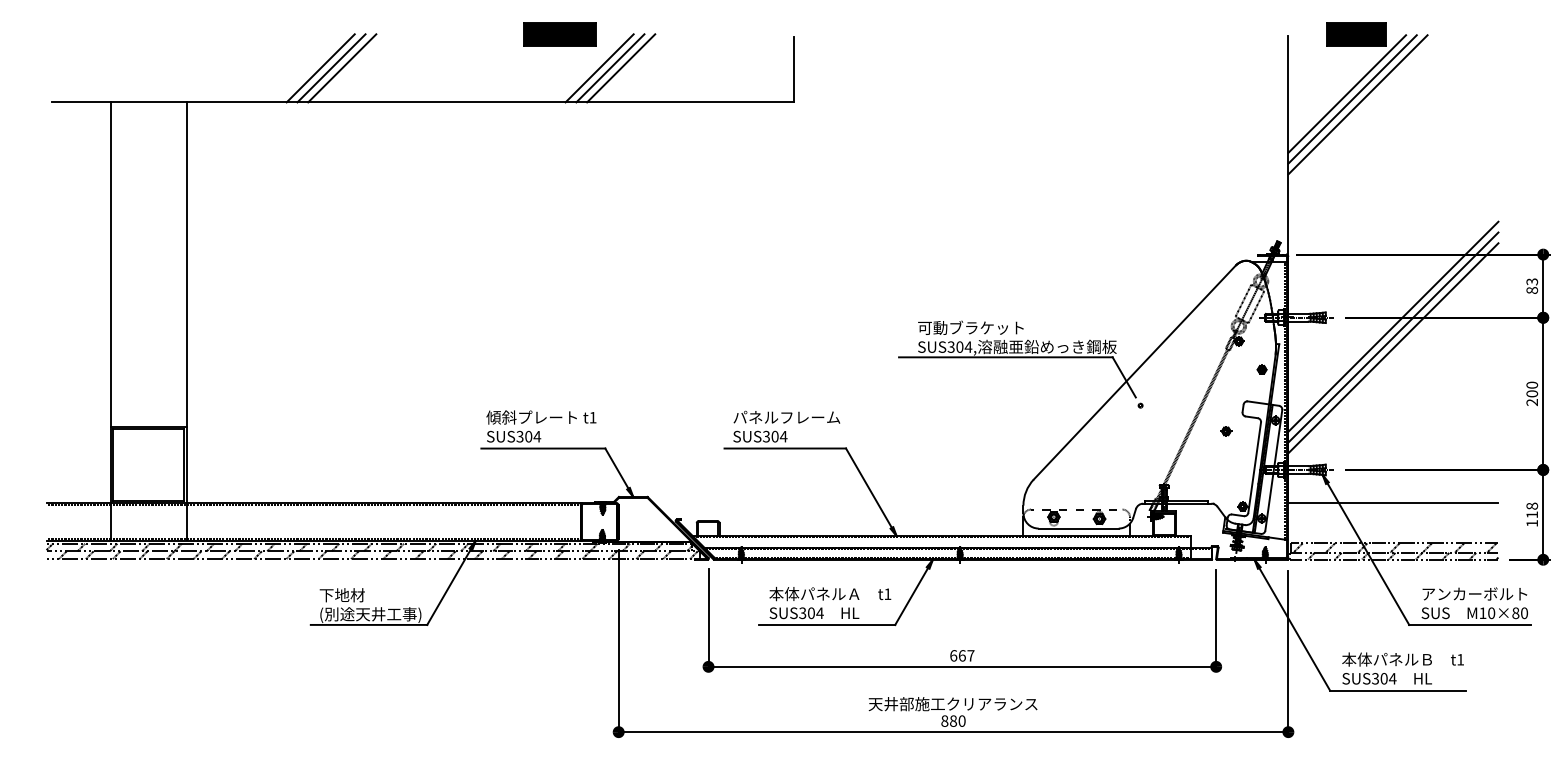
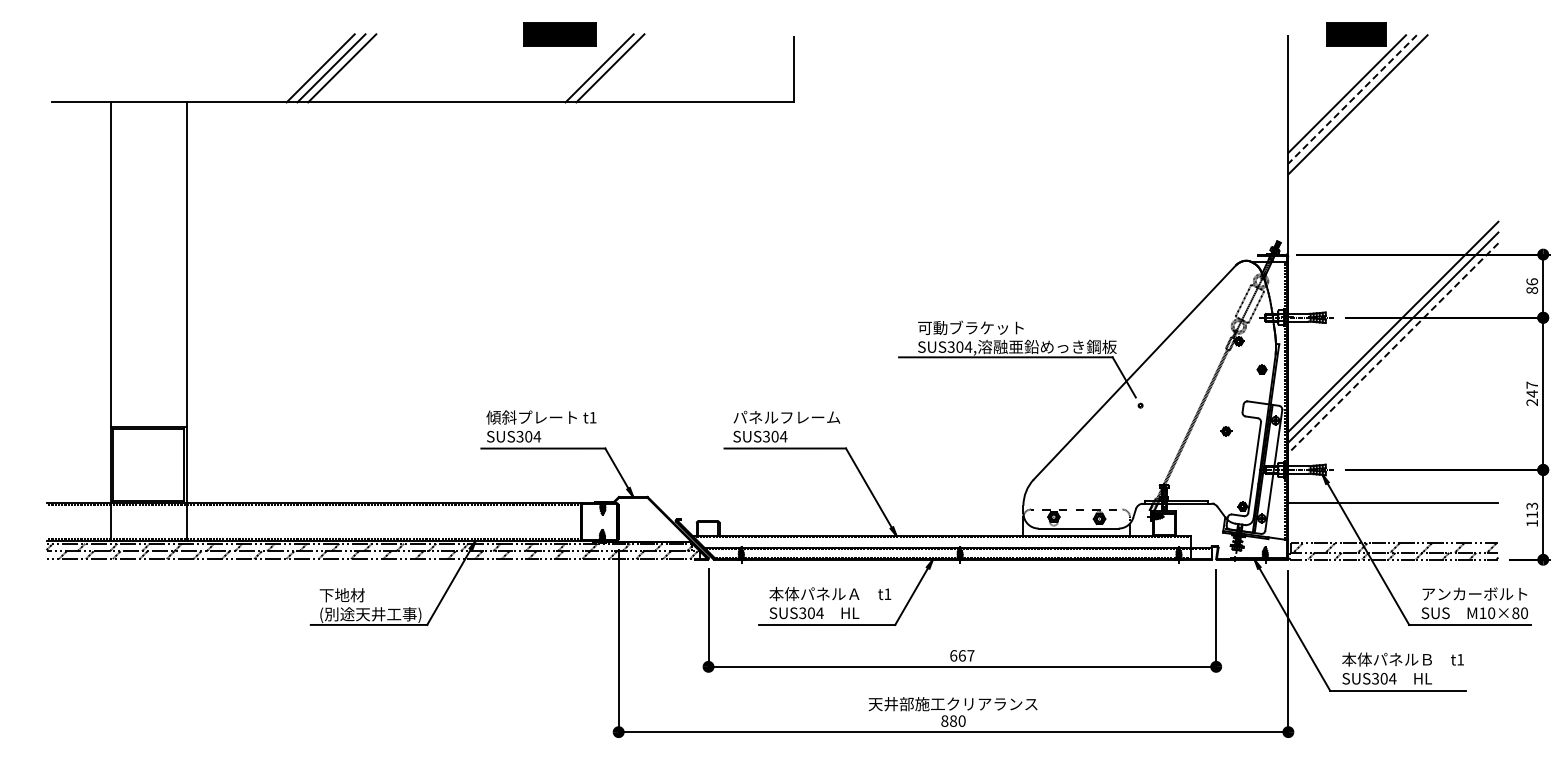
line at (621, 68): present -> none
line at (1352, 99): solid -> dashed
text at (1531, 281): 83 -> 86
line at (1393, 348): solid -> dashed
text at (1532, 389): 200 -> 247
text at (1531, 505): 118 -> 113
